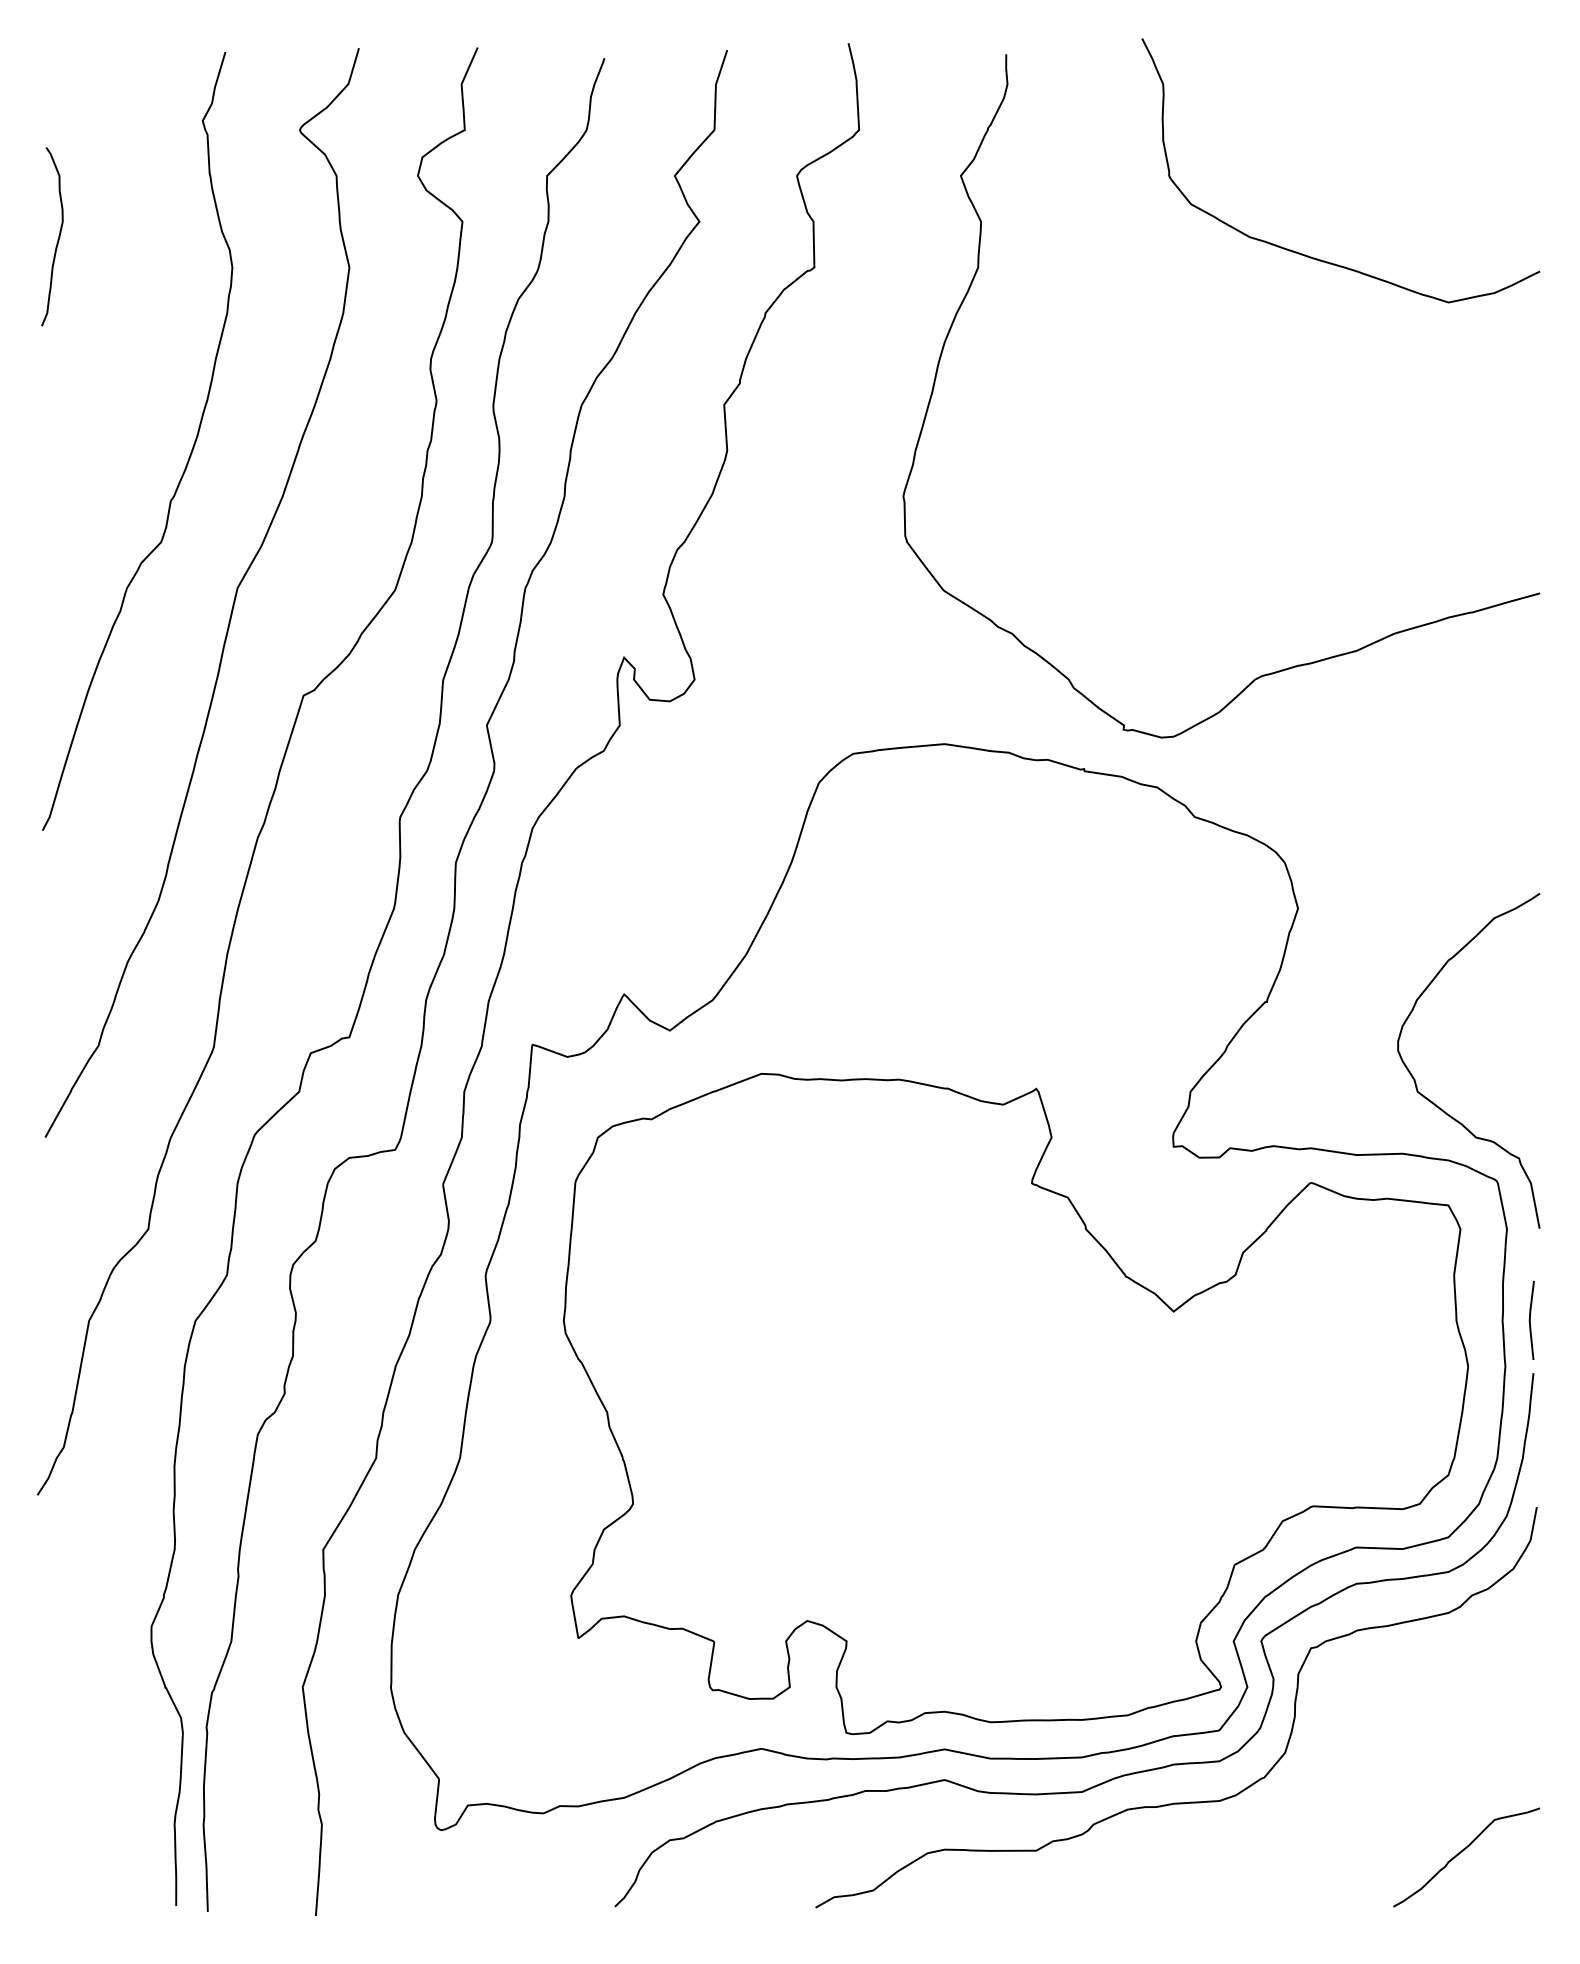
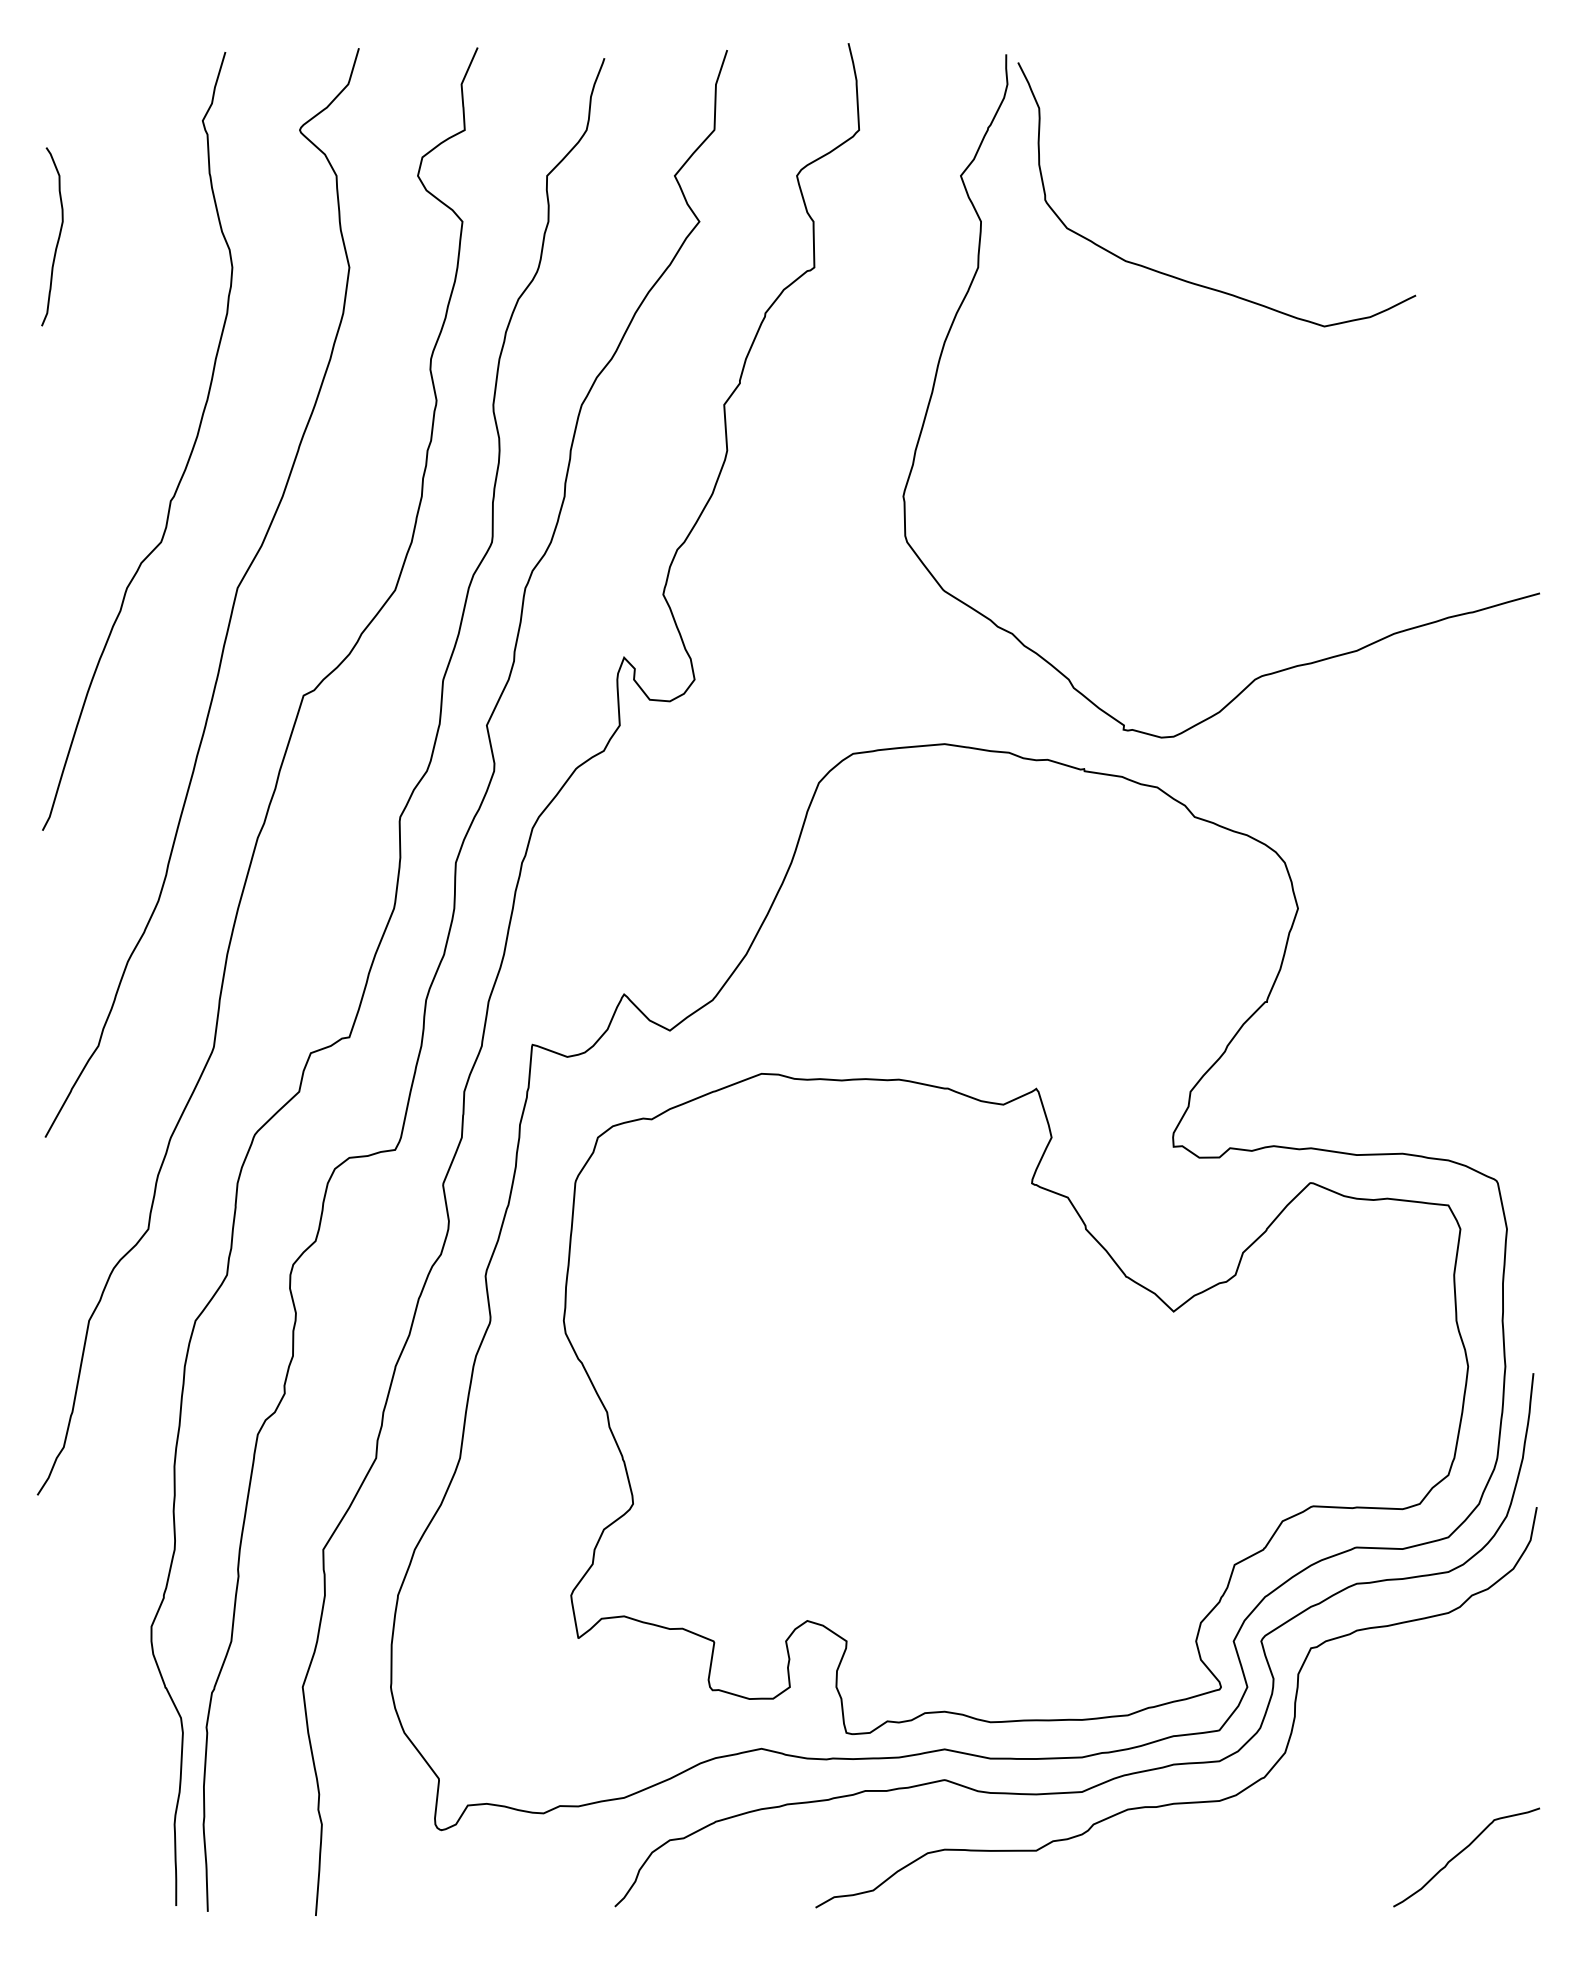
curve at (1311, 256) position: (1311, 256) -> (1187, 280)
curve at (1435, 1103): present -> none
line at (1530, 1320): present -> none
